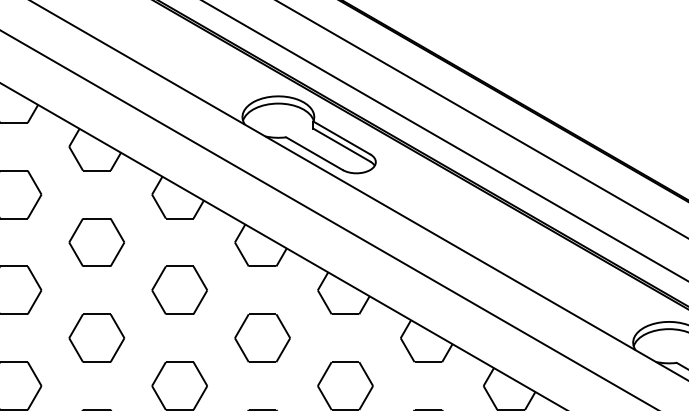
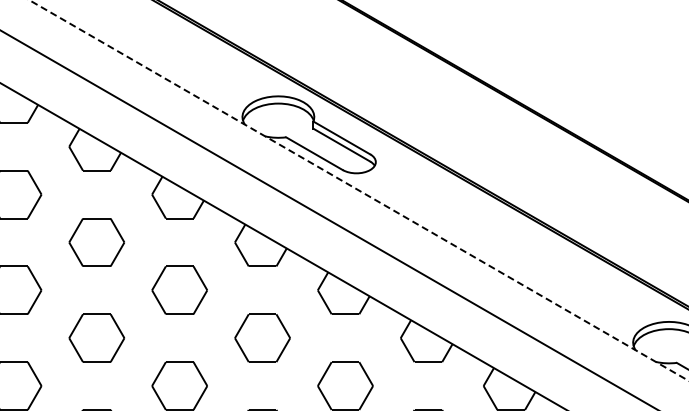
line at (481, 119): present -> none
line at (445, 140): present -> none
line at (359, 190): solid -> dashed
